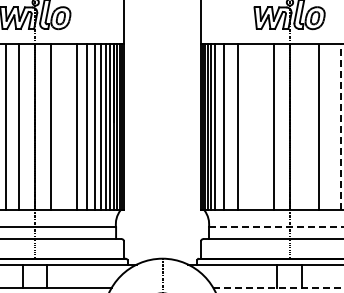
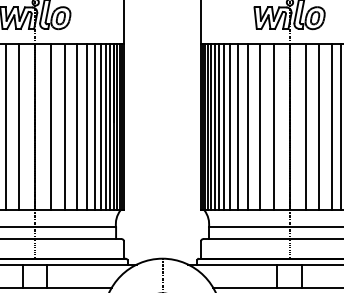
line at (65, 127): none -> present
line at (219, 127): none -> present
line at (230, 127): none -> present
line at (247, 127): none -> present
line at (259, 127): none -> present
line at (305, 127): none -> present
line at (331, 127): none -> present
line at (341, 127): dashed -> solid
line at (275, 227): dashed -> solid
line at (279, 288): dashed -> solid
